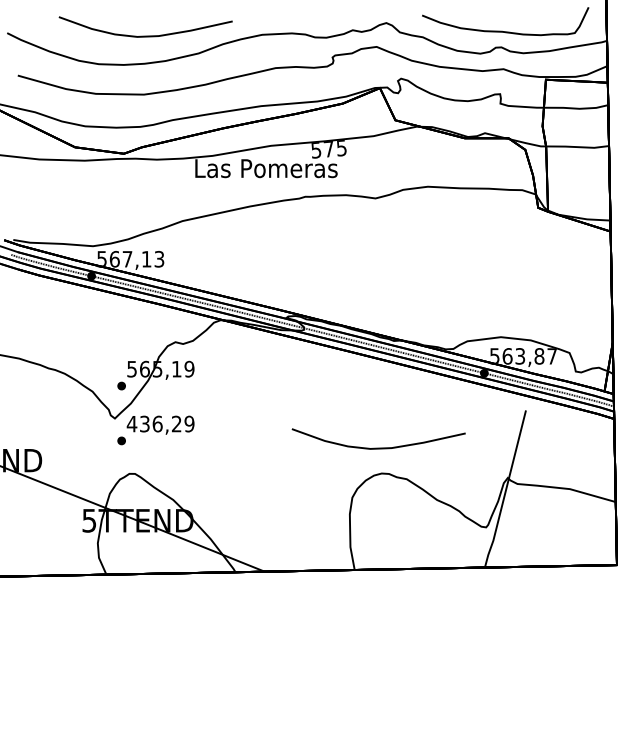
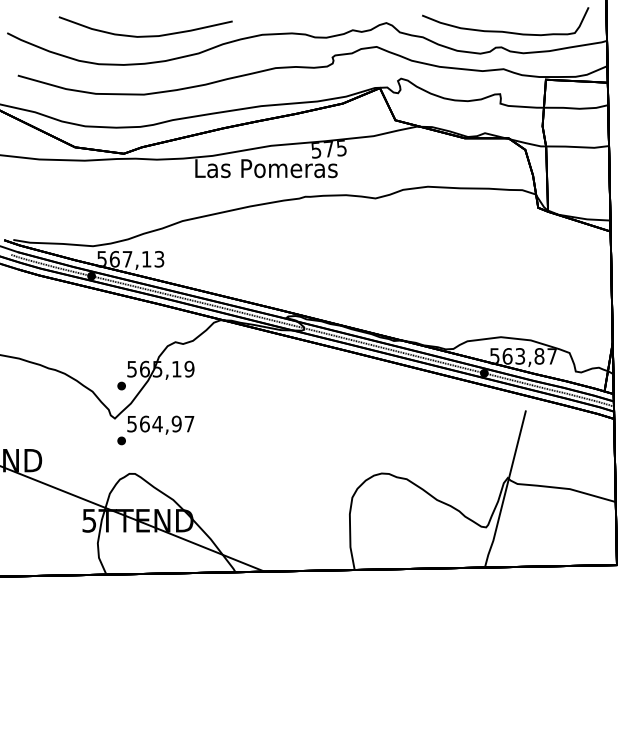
text at (160, 423): 436,29 -> 564,97
curve at (378, 447): present -> none
